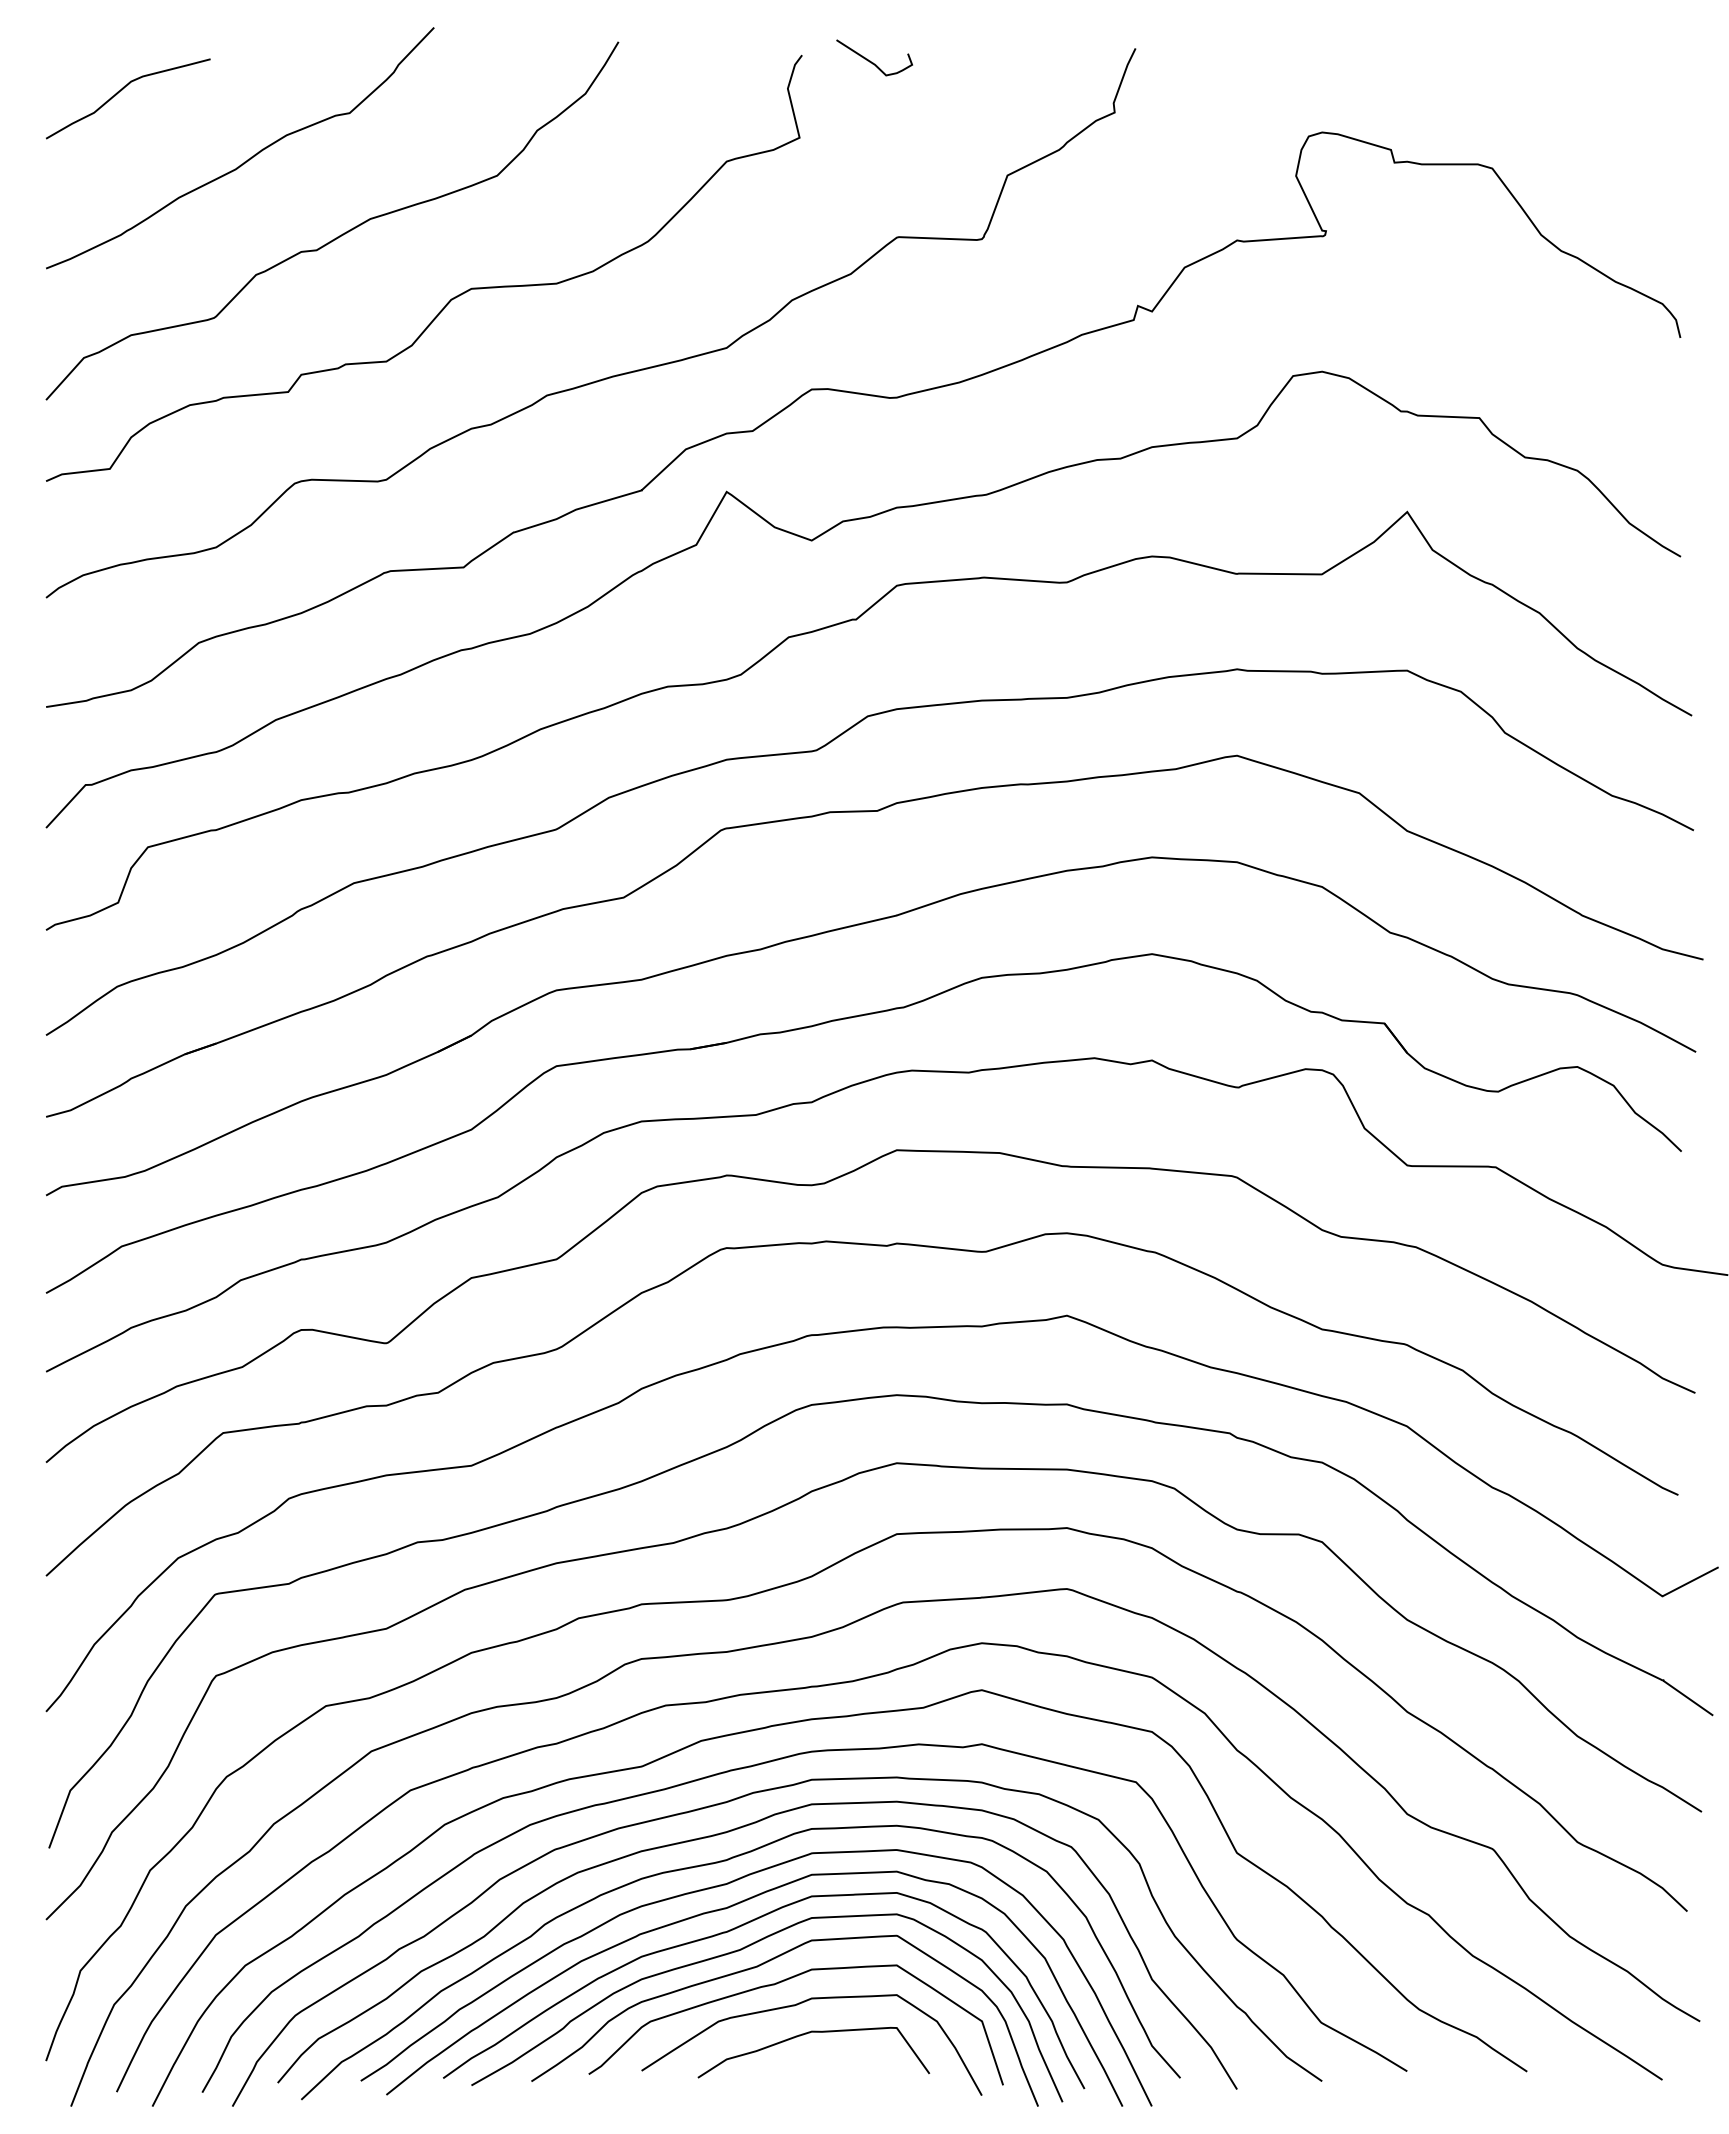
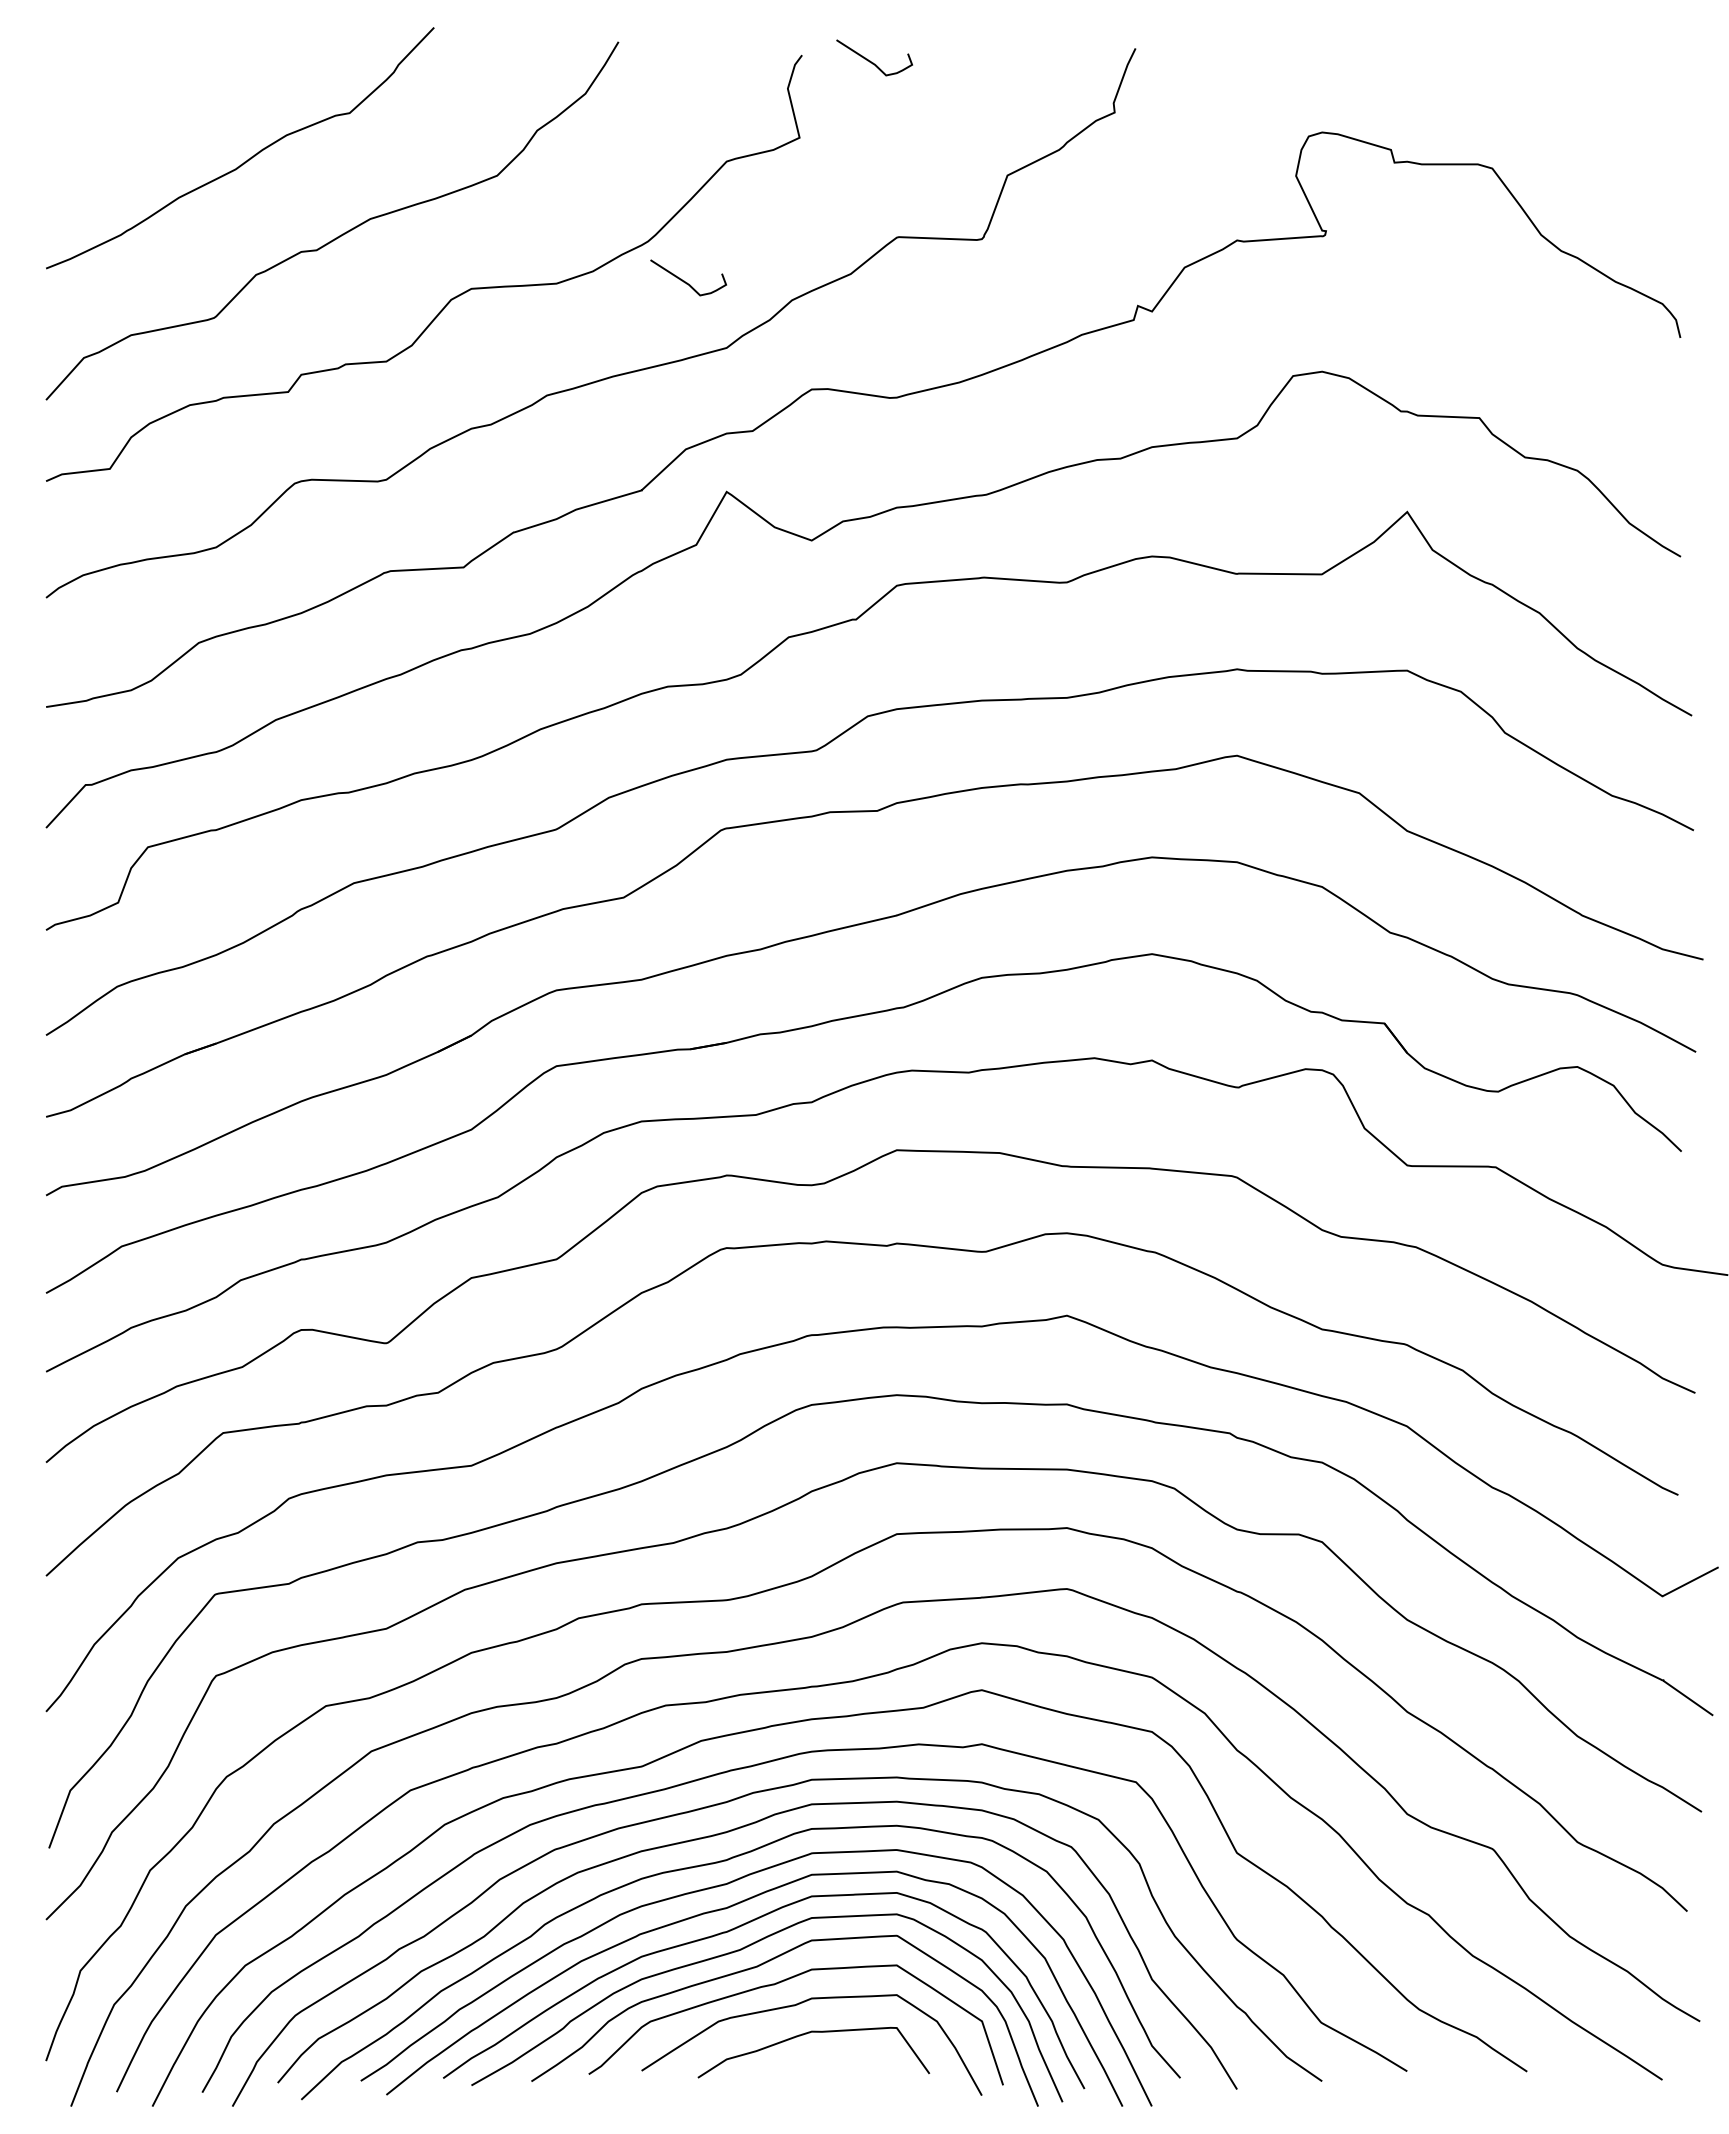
curve at (122, 90): present -> none
curve at (684, 280): none -> present
